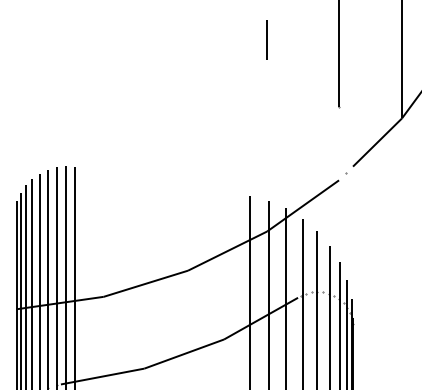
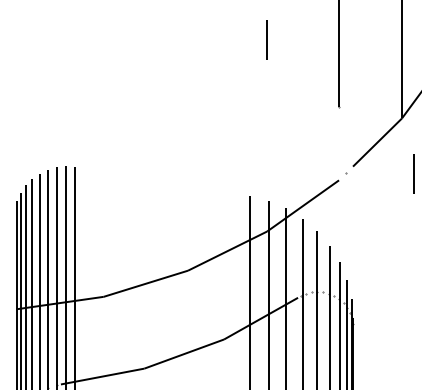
line at (413, 173): none -> present
